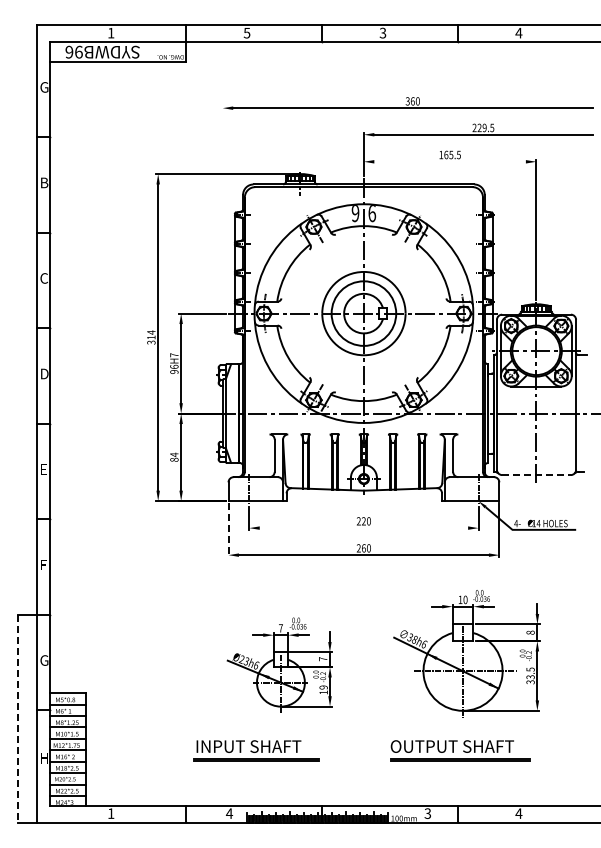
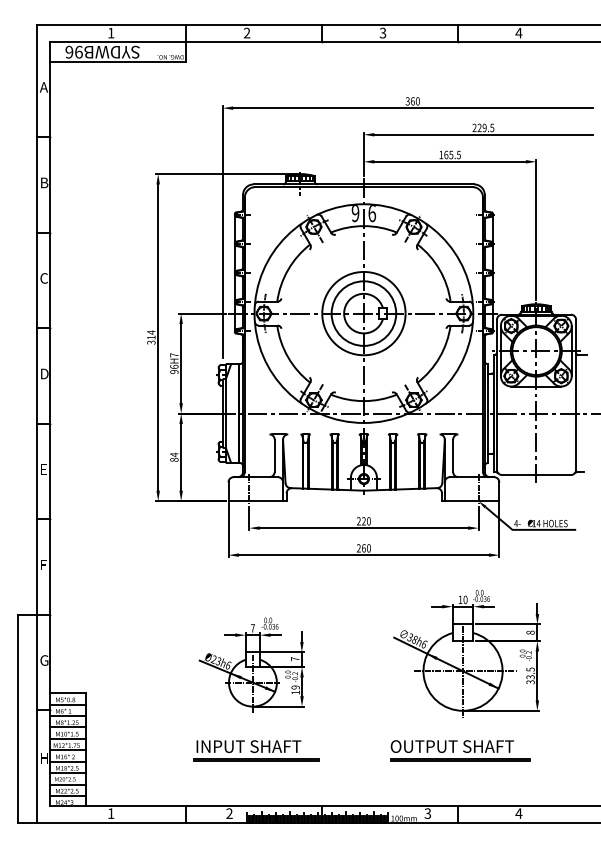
text at (247, 32): 5 -> 2
text at (43, 87): G -> A
line at (449, 161): none -> present
line at (222, 232): none -> present
line at (537, 475): dashed -> solid
line at (363, 528): none -> present
line at (228, 530): dashed -> solid
part at (279, 664) position: (279, 664) -> (251, 664)
line at (18, 718): dashed -> solid
text at (229, 813): 4 -> 2
